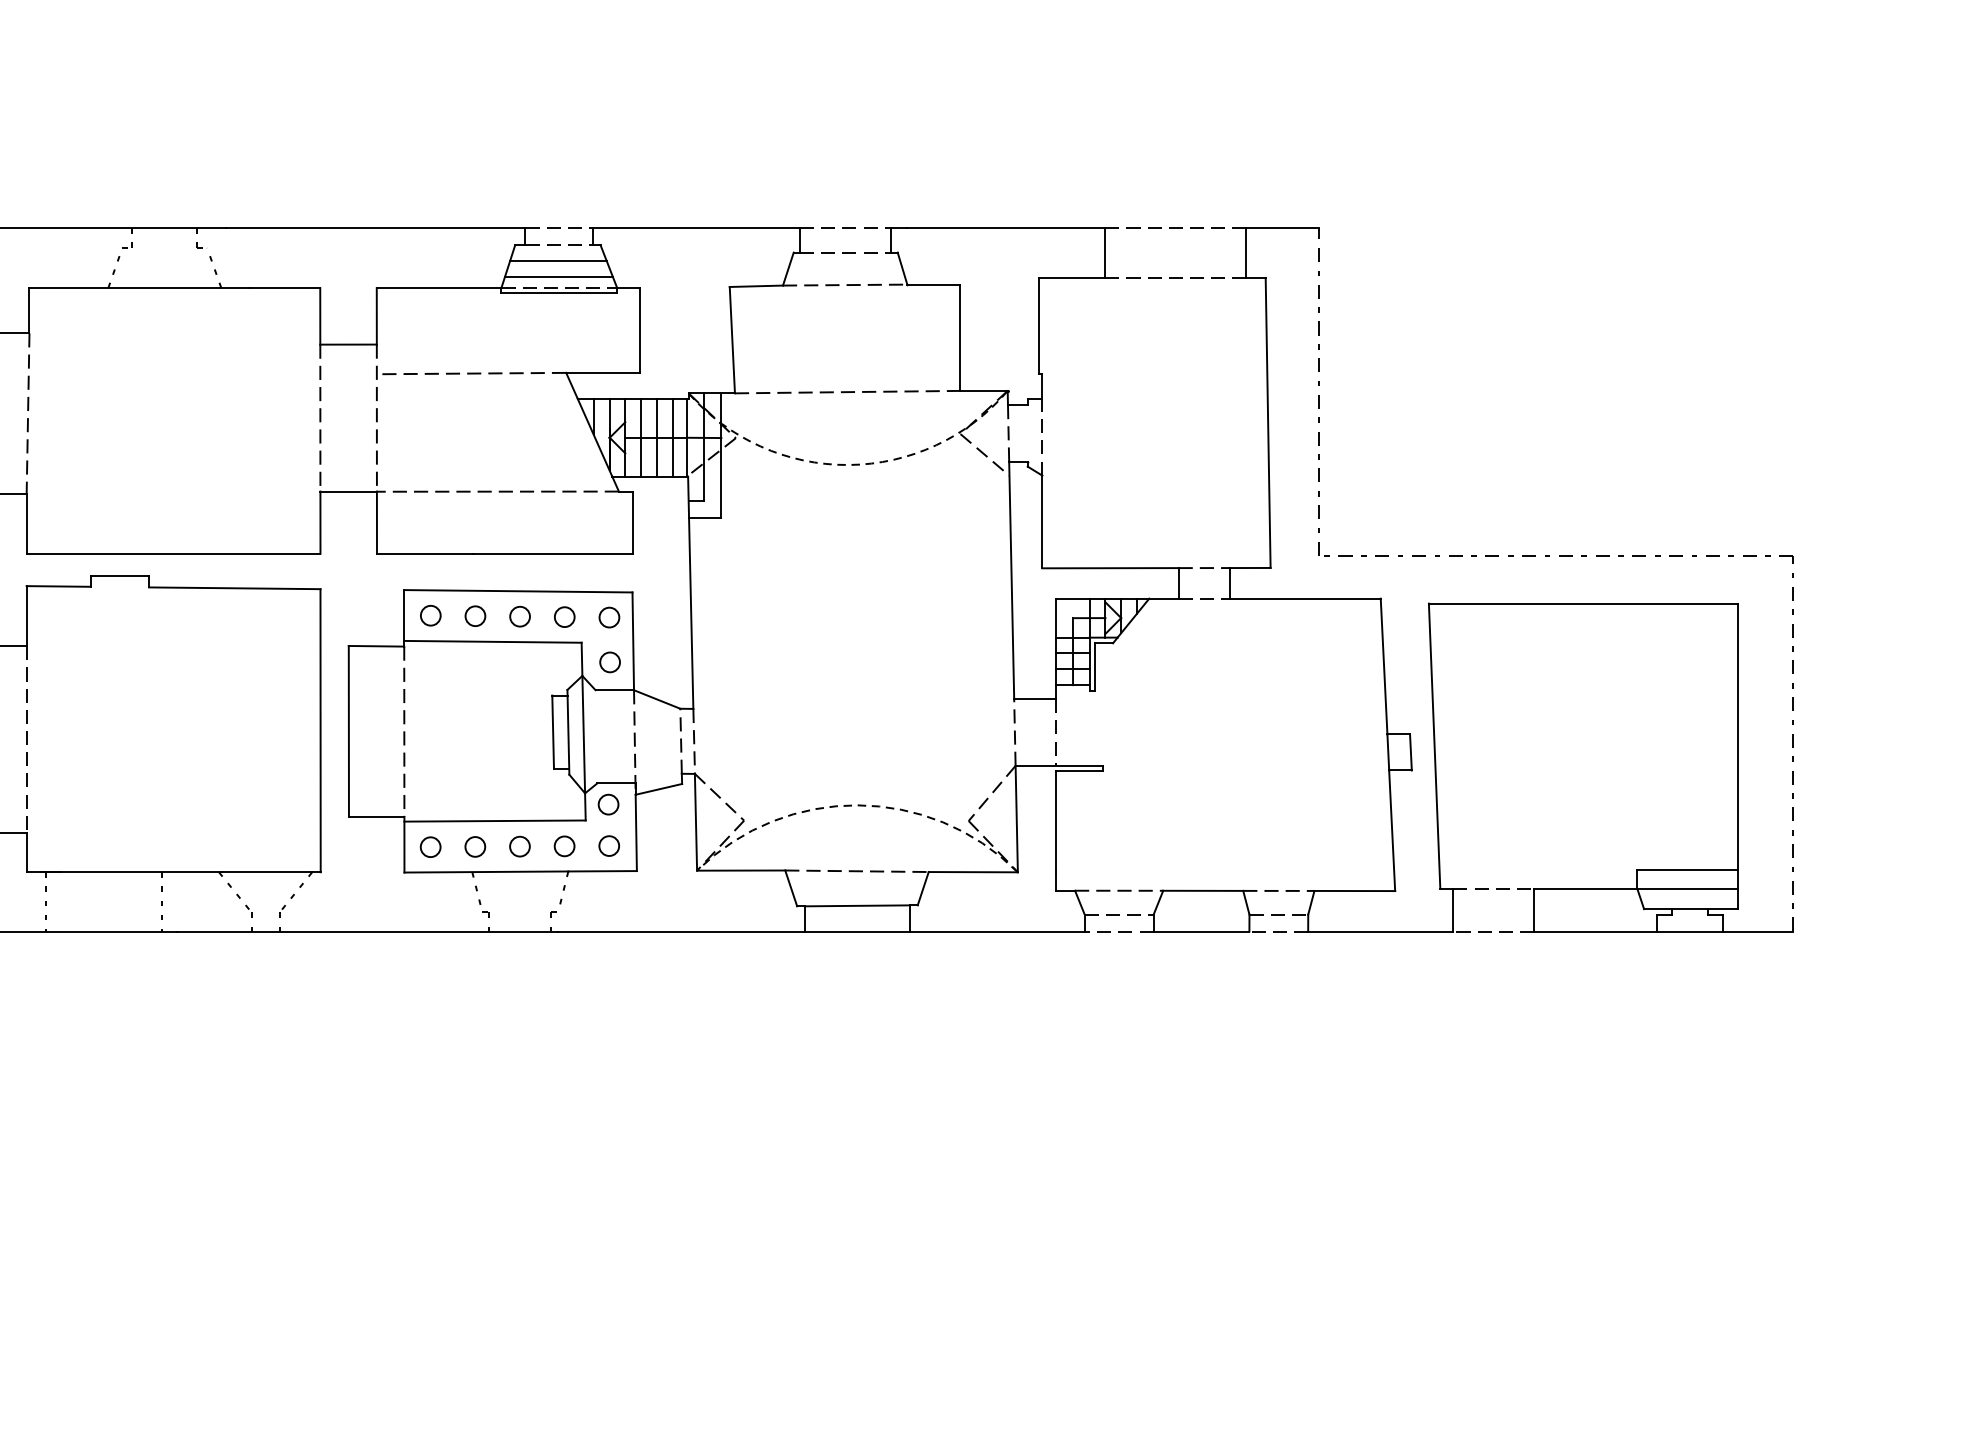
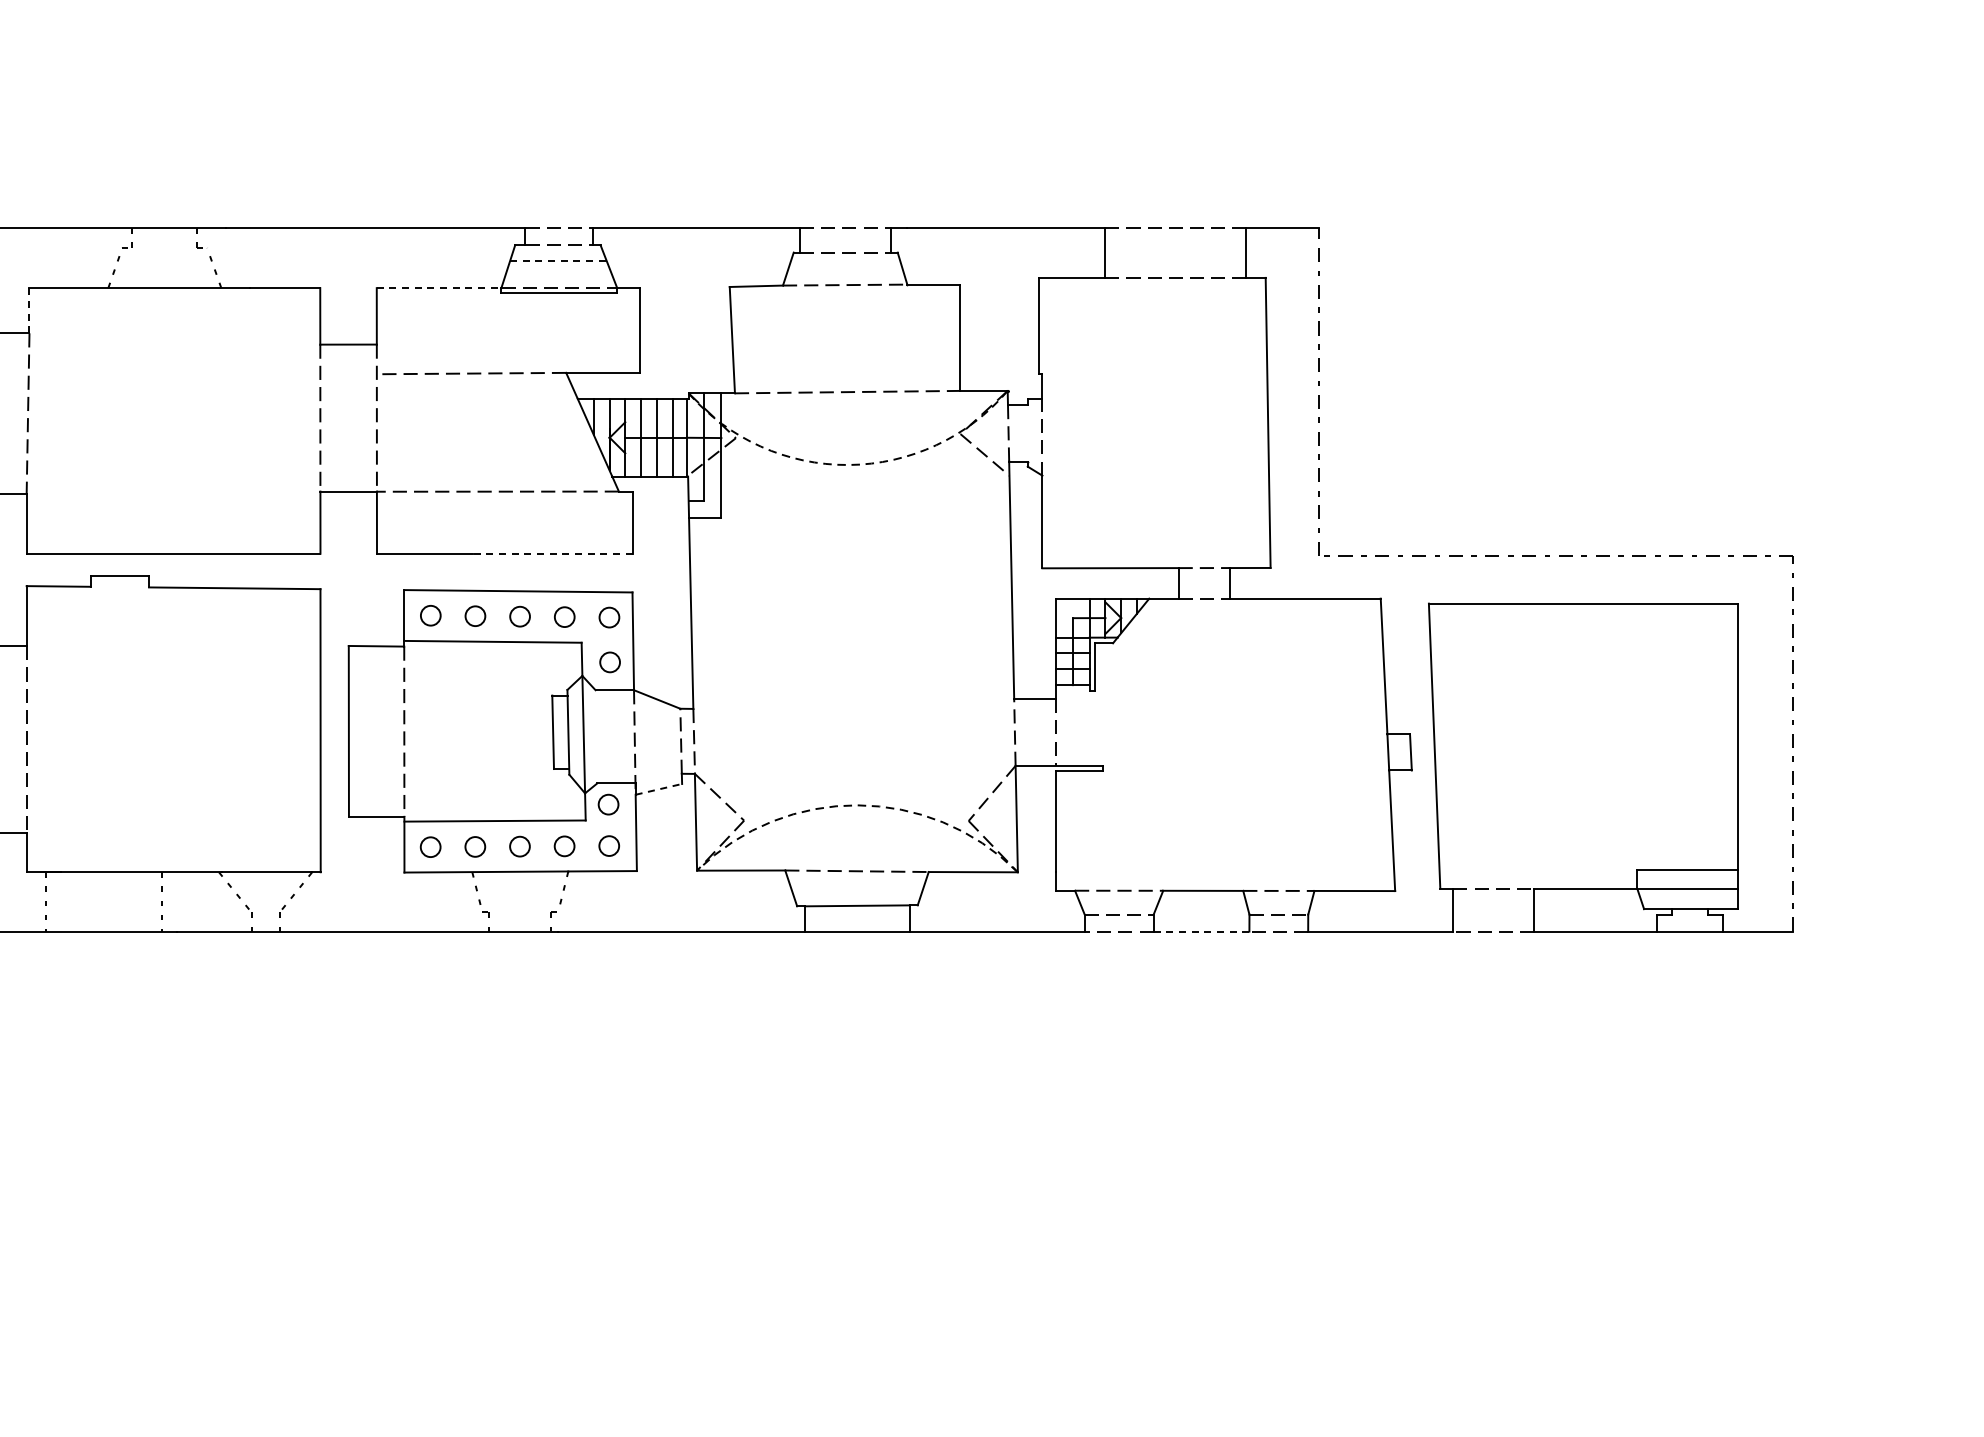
line at (558, 261): solid -> dashed
line at (558, 276): present -> none
line at (439, 288): solid -> dashed
line at (29, 310): solid -> dashed
line at (552, 553): solid -> dashed
line at (658, 789): solid -> dashed
line at (1201, 931): solid -> dashed
